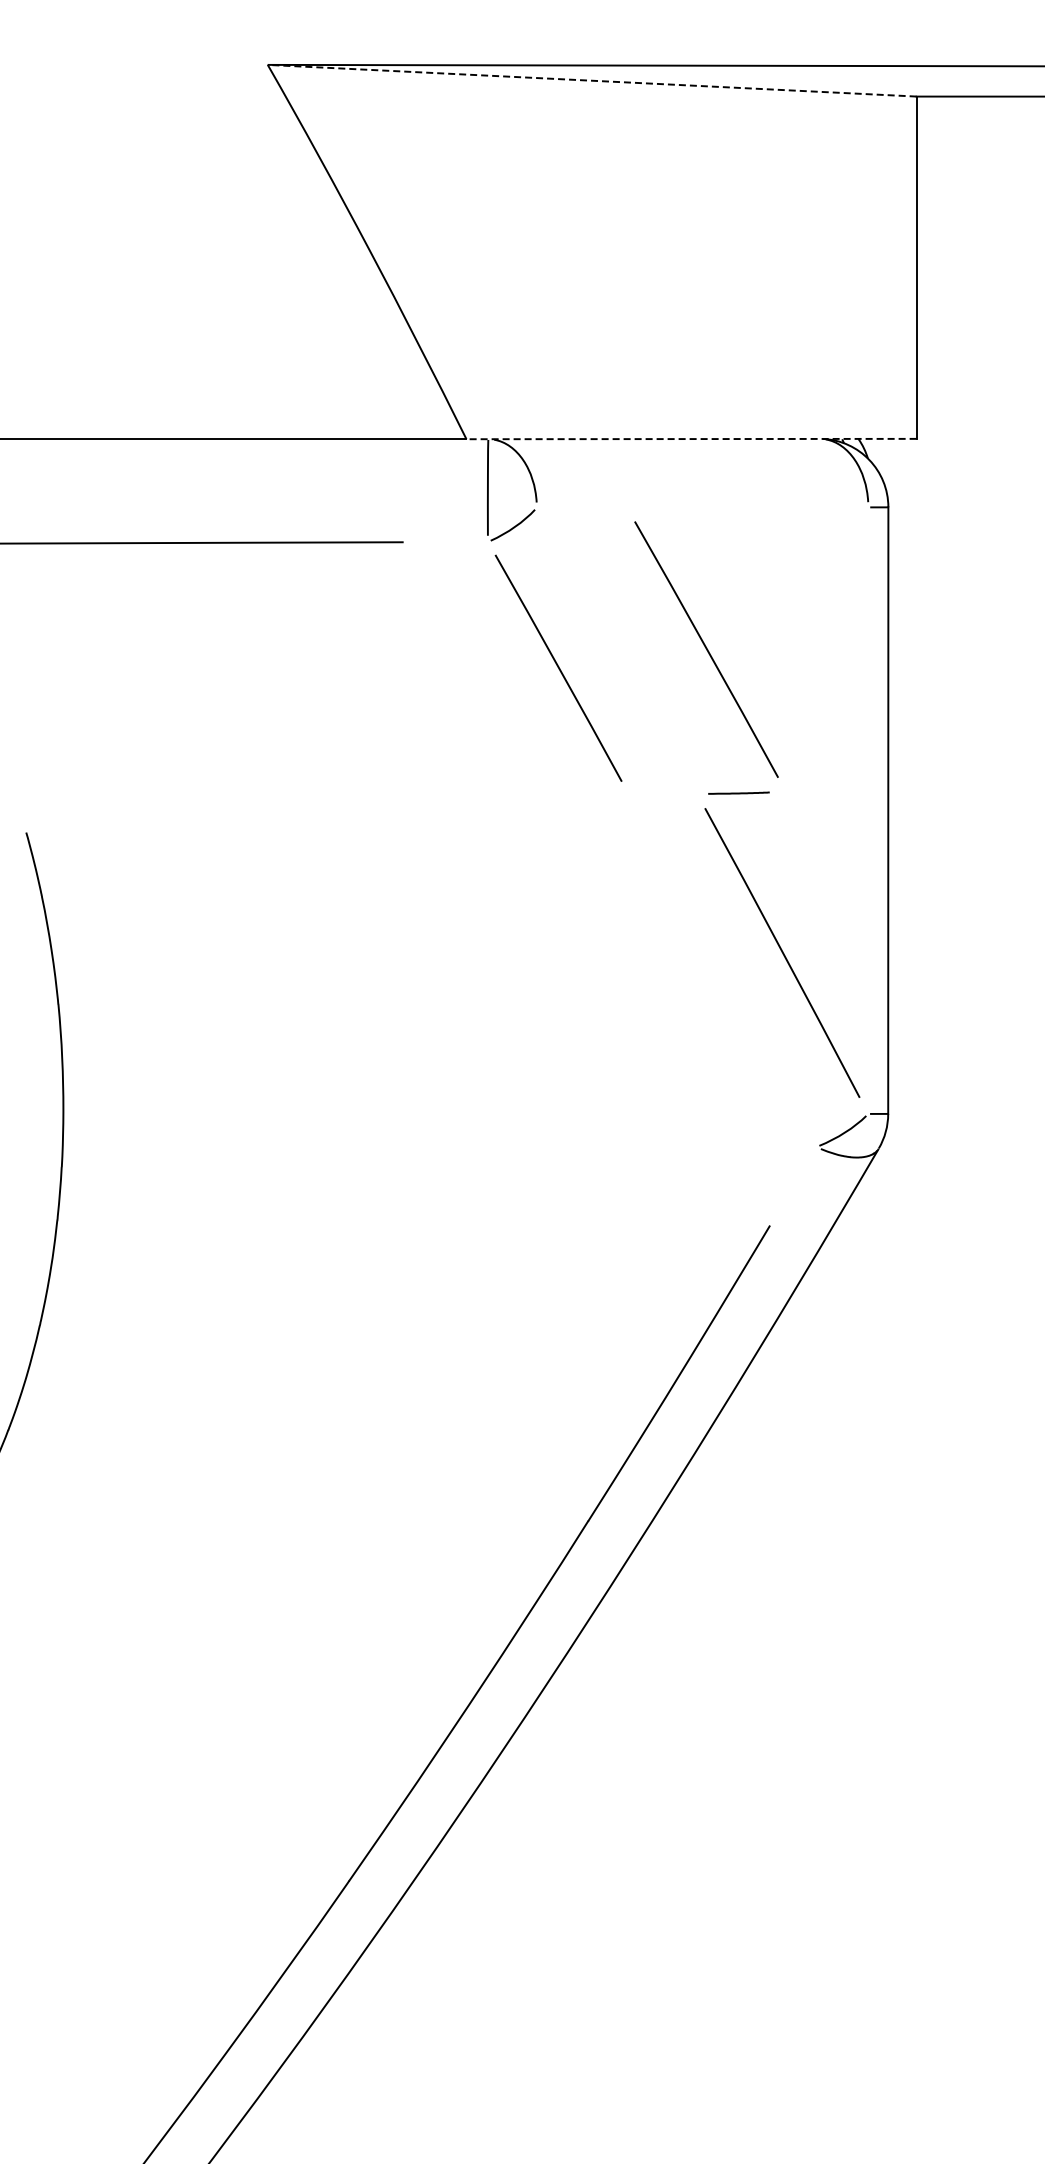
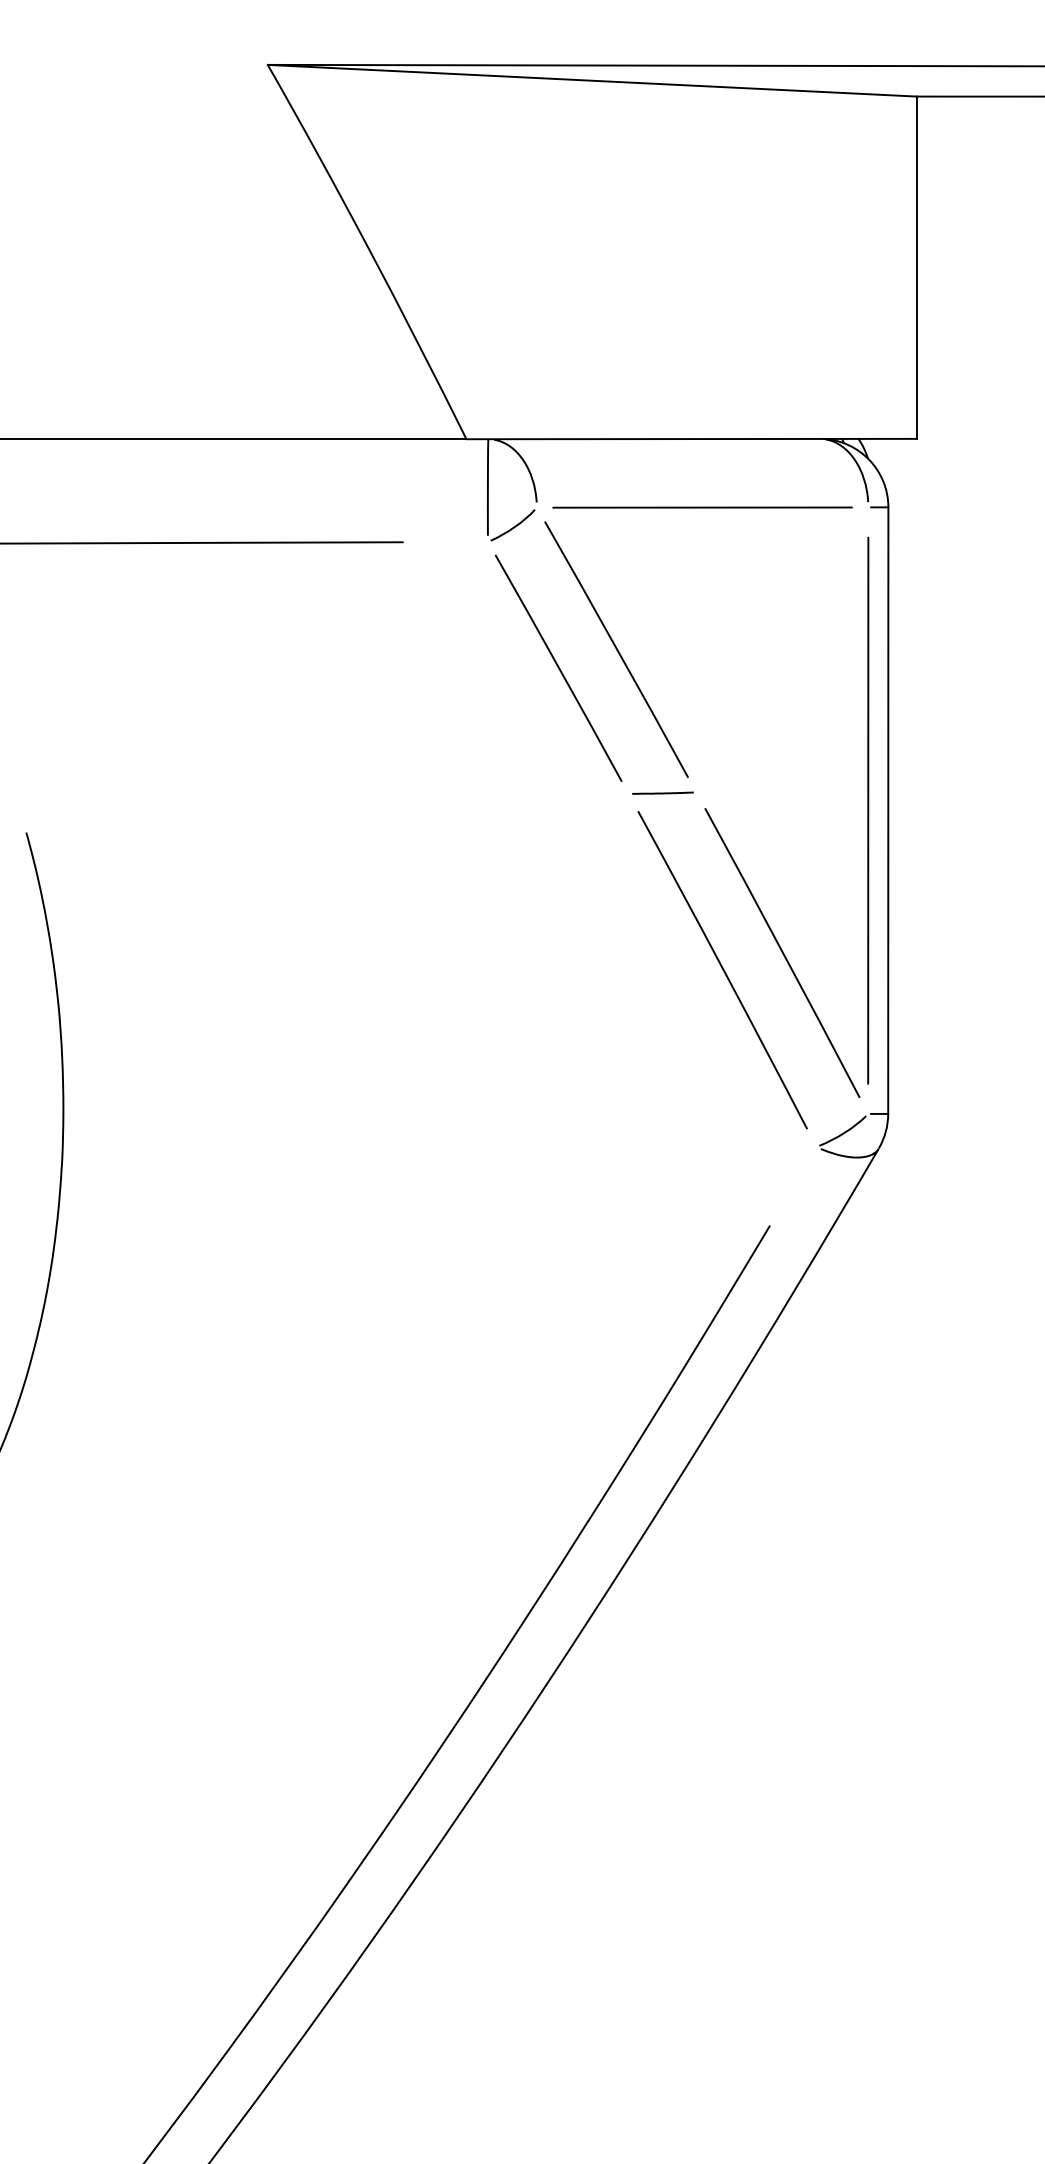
line at (592, 80): dashed -> solid
line at (691, 439): dashed -> solid
line at (702, 507): none -> present
line at (706, 649) position: (706, 649) -> (616, 649)
line at (738, 792) position: (738, 792) -> (662, 792)
line at (868, 810): none -> present
curve at (722, 970): none -> present
